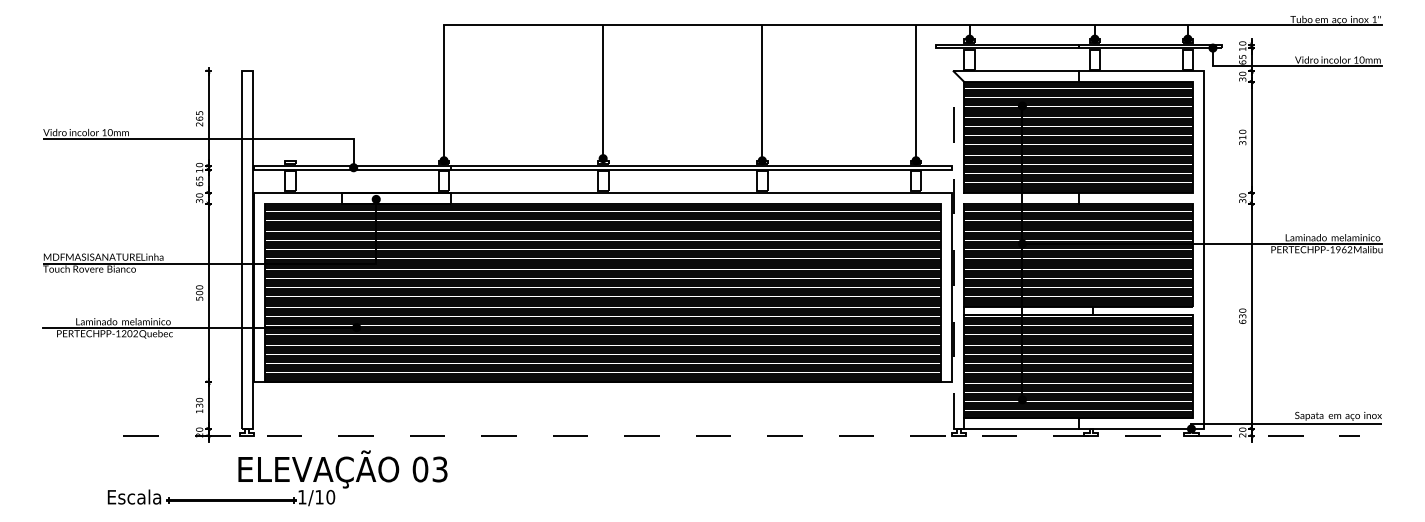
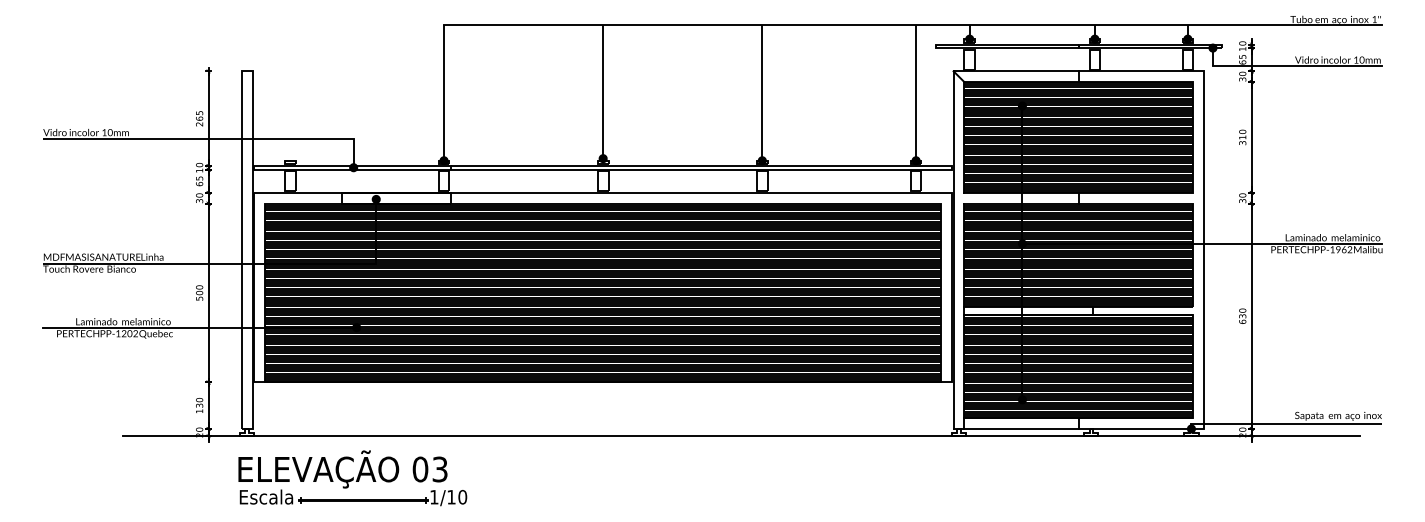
line at (953, 250): dashed -> solid
line at (742, 436): dashed -> solid
part at (221, 497) position: (221, 497) -> (353, 497)
